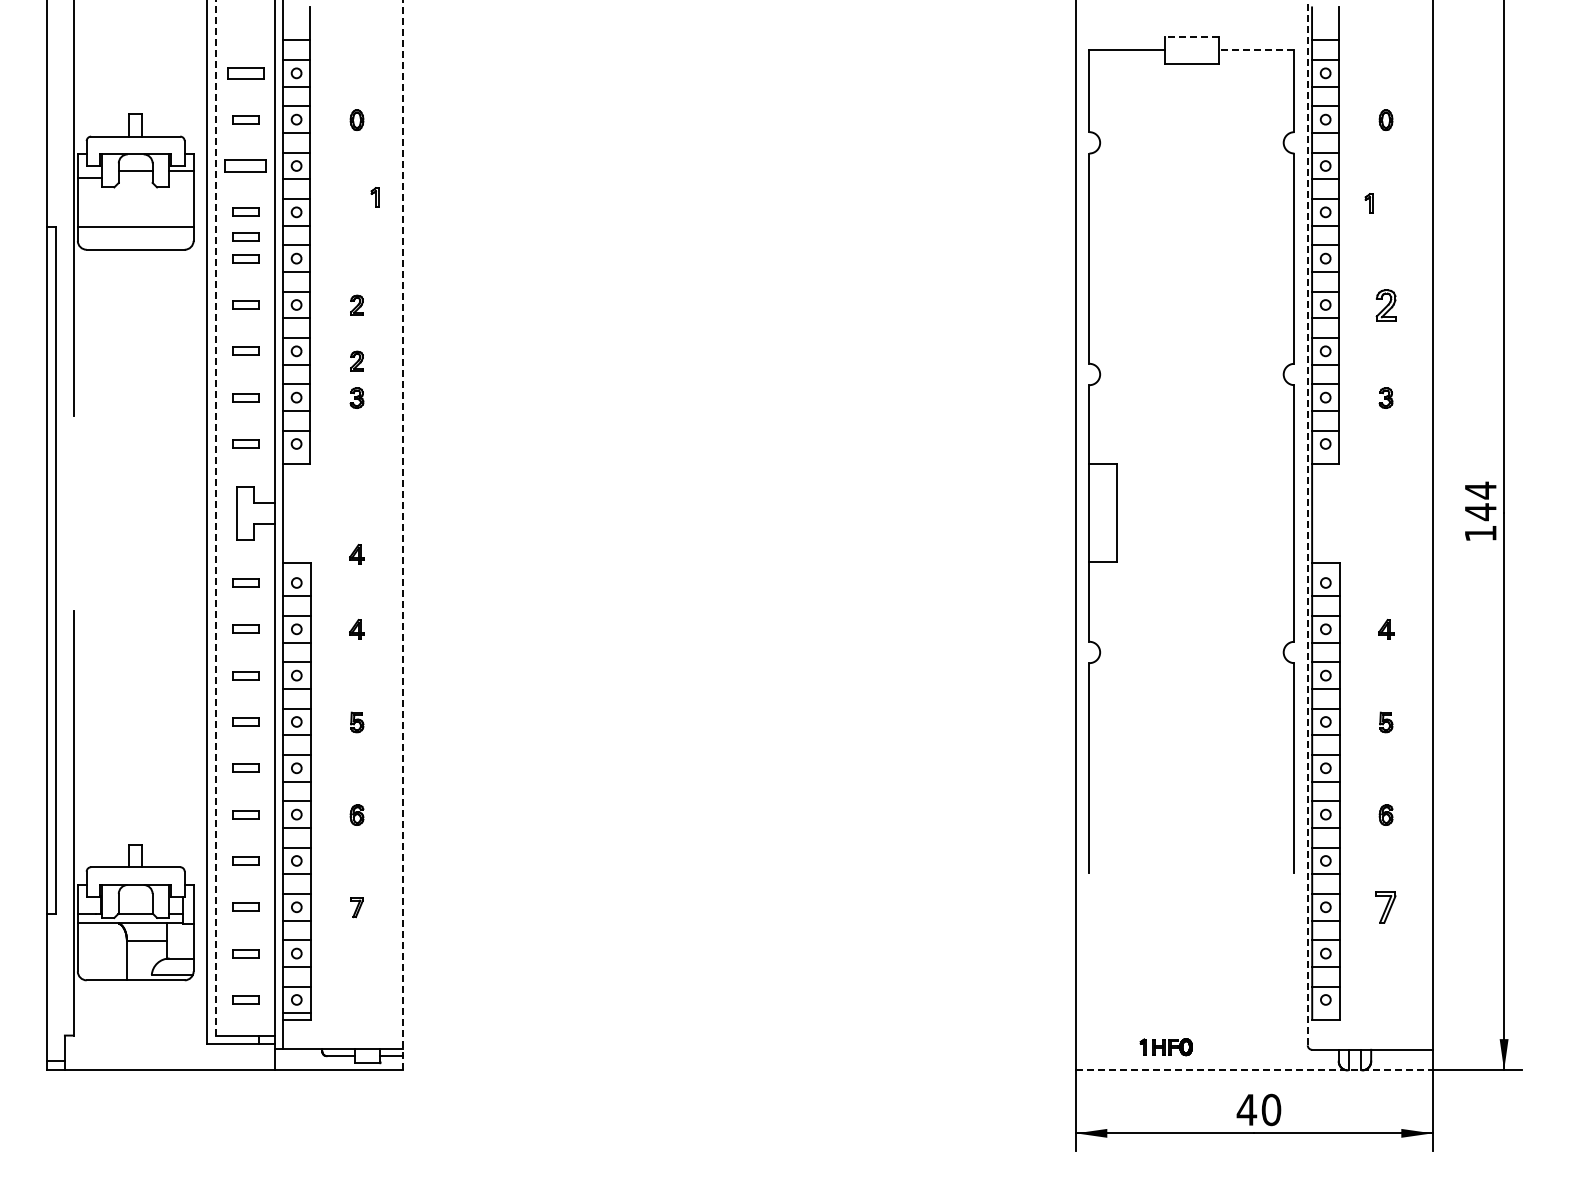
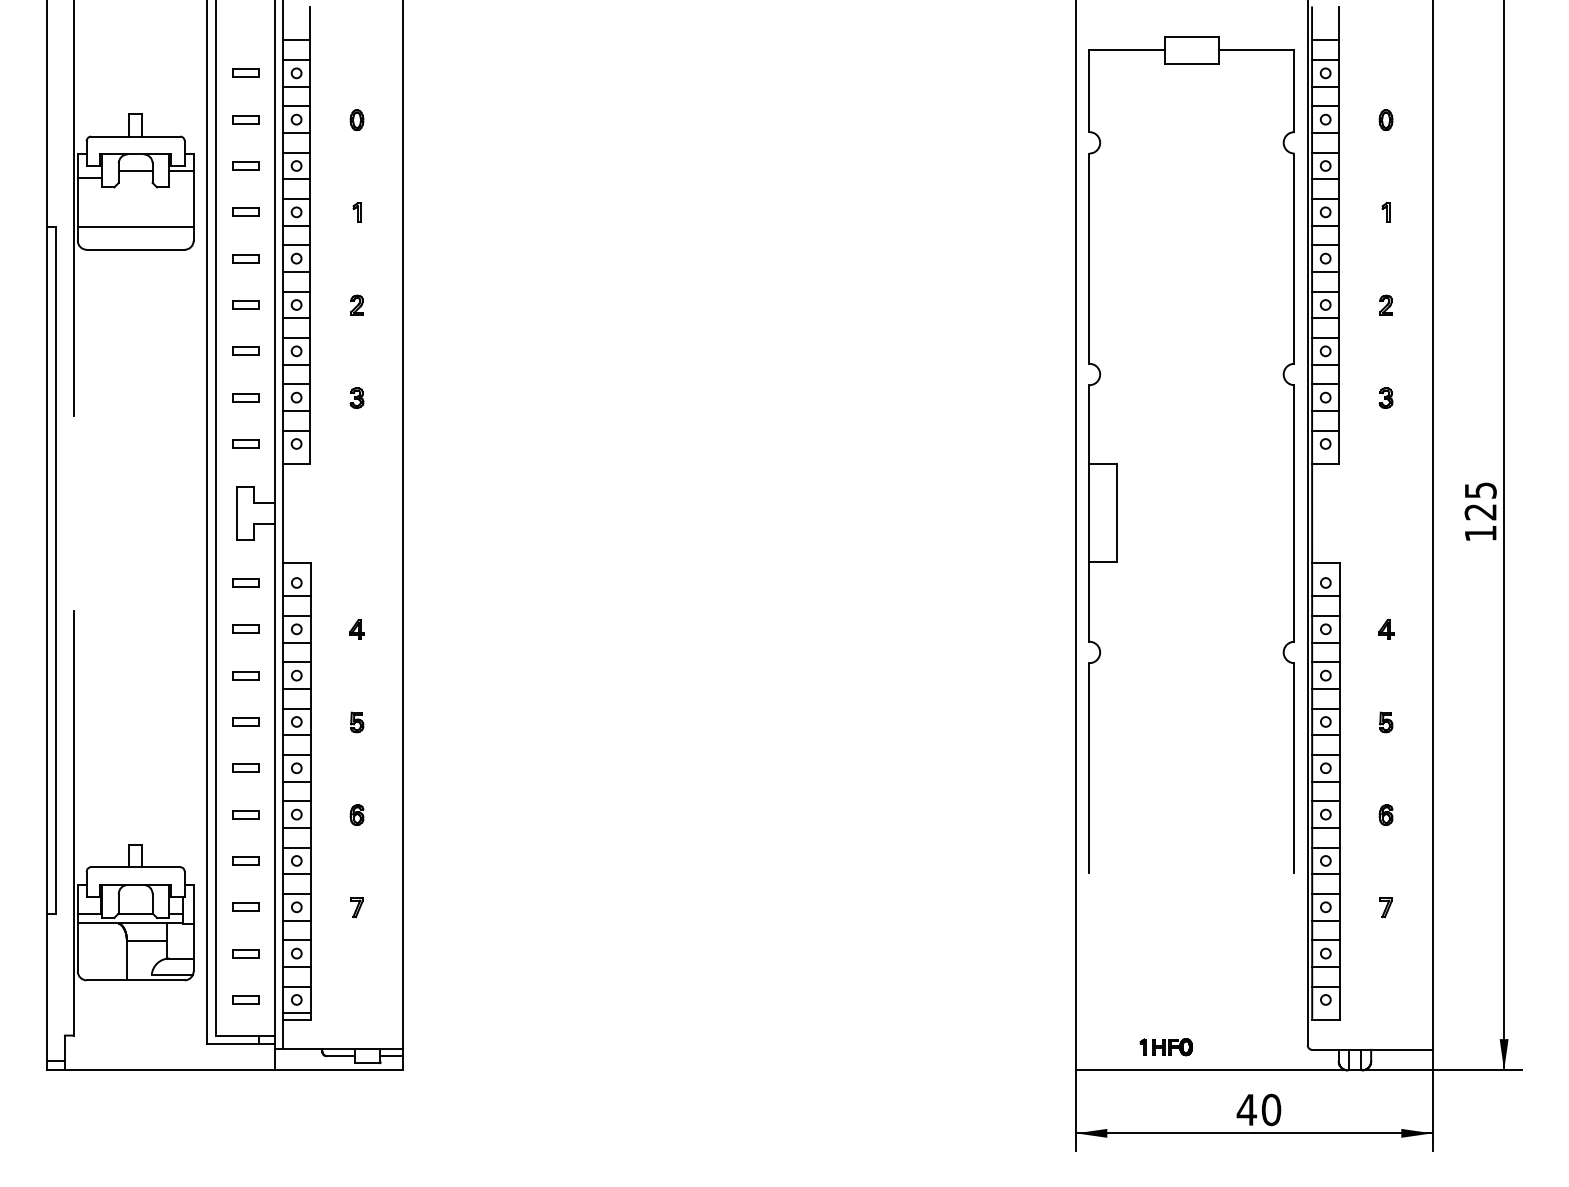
line at (1191, 36): dashed -> solid
line at (1256, 50): dashed -> solid
part at (245, 73) size: 38x13 px -> 28x10 px
part at (245, 165) size: 43x14 px -> 28x10 px
part at (374, 197) position: (374, 197) -> (356, 212)
part at (1368, 203) position: (1368, 203) -> (1385, 212)
part at (245, 236): present -> none
part at (1385, 305) size: 22x33 px -> 14x22 px
part at (356, 360): present -> none
text at (1480, 501): 144 -> 125
line at (216, 517): dashed -> solid
line at (1307, 522): dashed -> solid
line at (403, 535): dashed -> solid
part at (356, 554): present -> none
part at (1385, 907) size: 22x33 px -> 14x22 px
line at (1254, 1070): dashed -> solid
